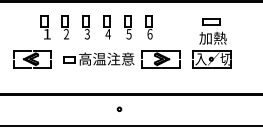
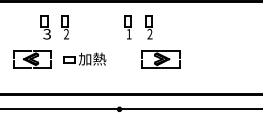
part at (85, 27): present -> none
part at (106, 27): present -> none
text at (46, 33): 1 -> 3
text at (128, 34): 5 -> 1
text at (149, 34): 6 -> 2
part at (211, 43): present -> none
text at (106, 58): 高温注意 -> 加熱
line at (130, 126) position: (130, 126) -> (130, 109)
